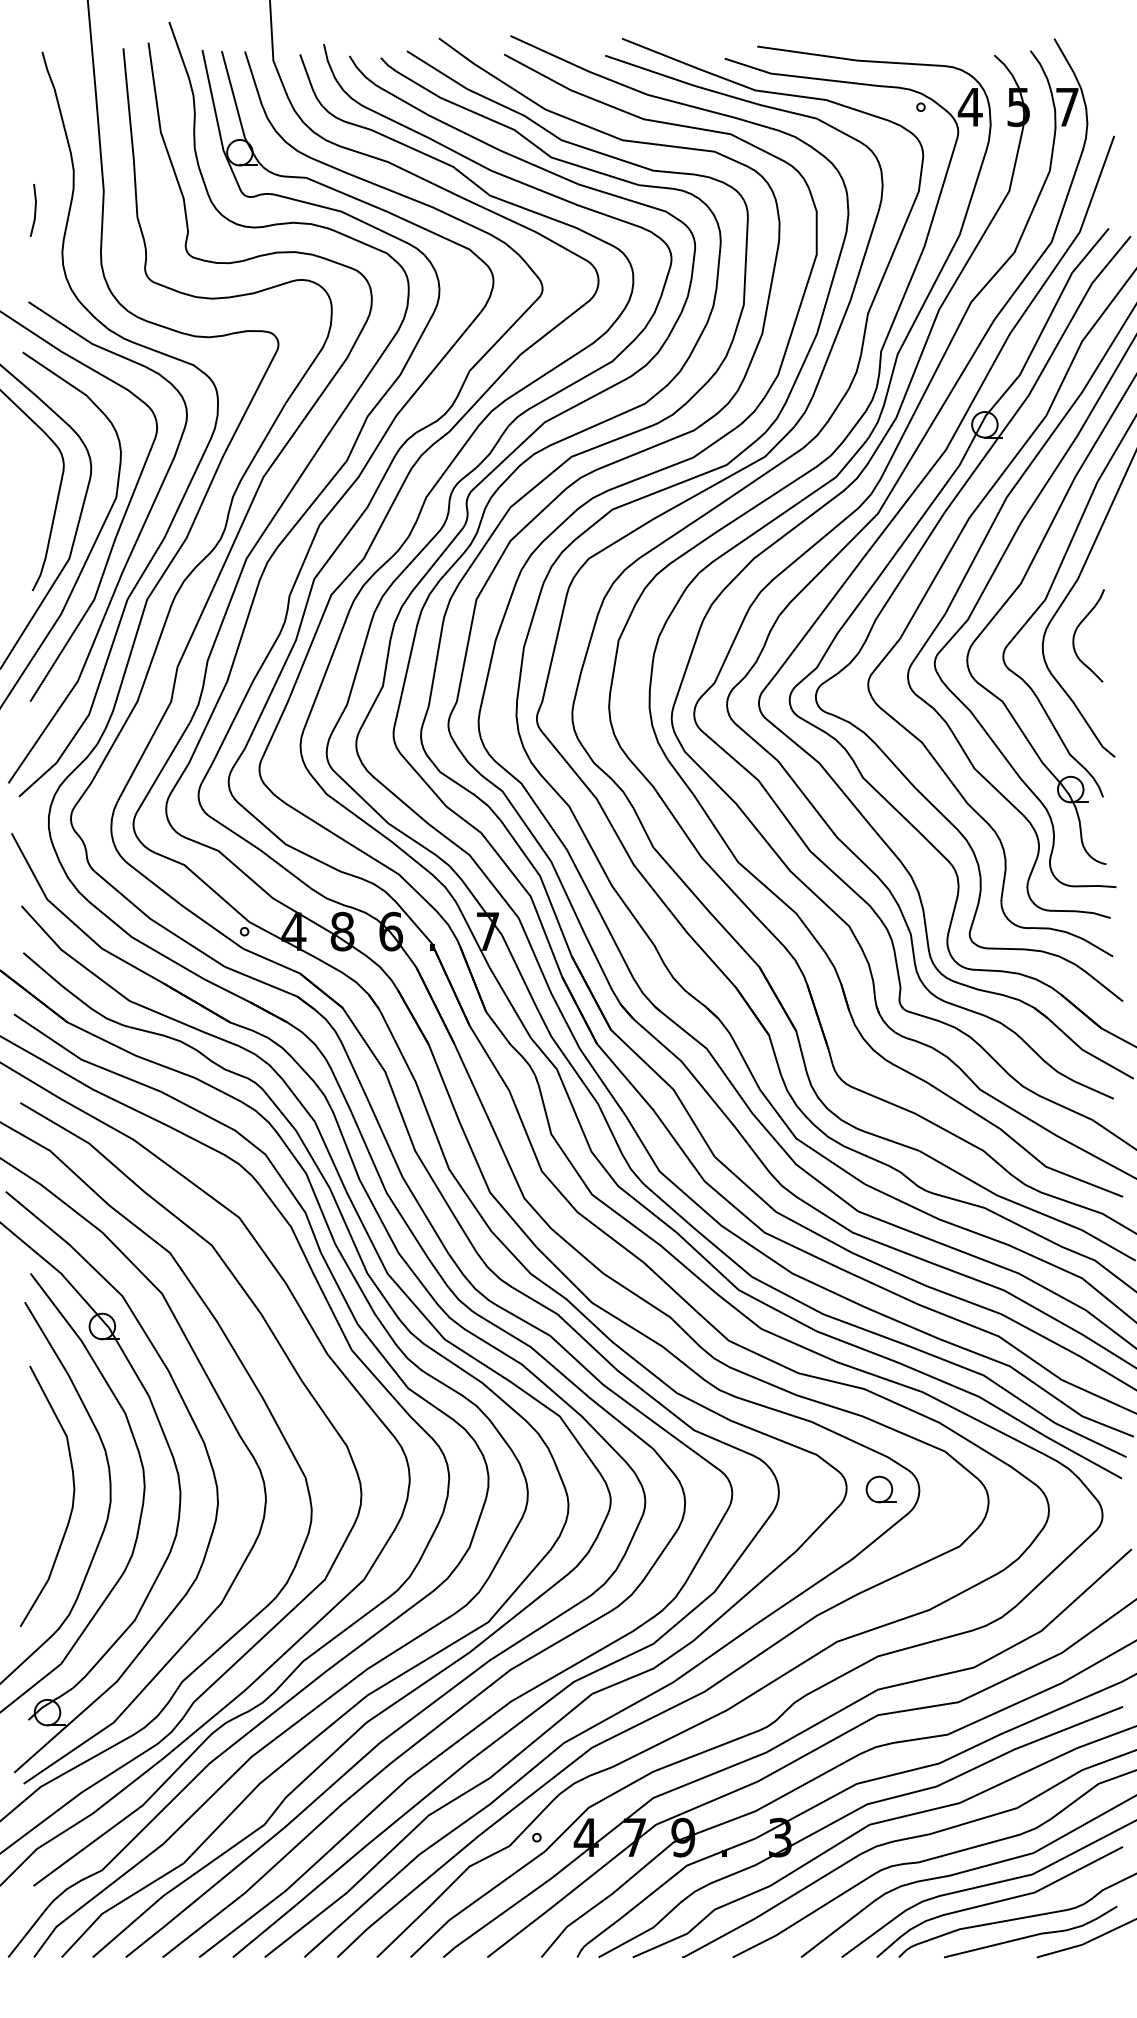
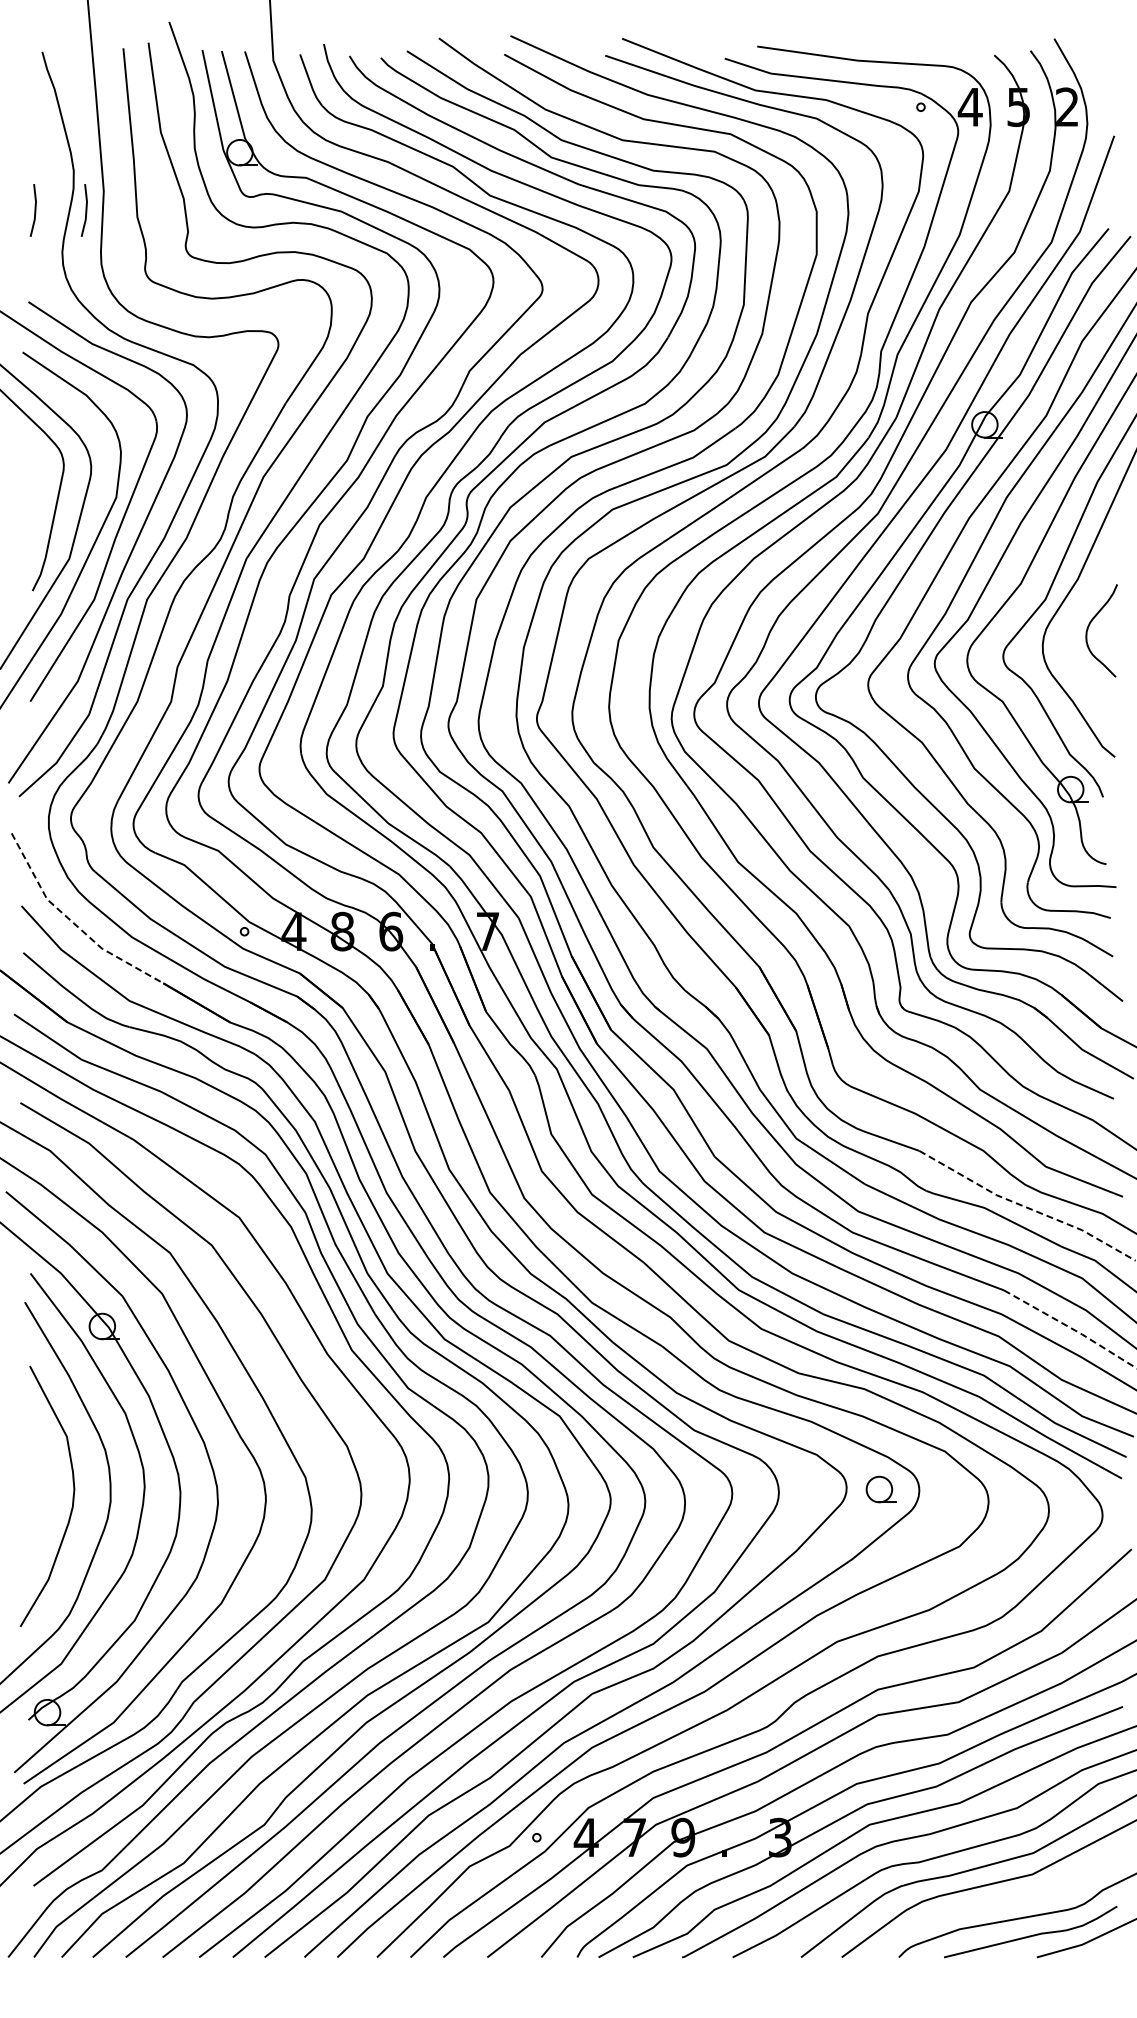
text at (1067, 106): 7 -> 2
line at (85, 210): none -> present
curve at (1077, 629) position: (1077, 629) -> (1090, 624)
line at (73, 922): solid -> dashed
line at (1027, 1207): solid -> dashed
line at (1071, 1328): solid -> dashed
curve at (999, 1901): present -> none
